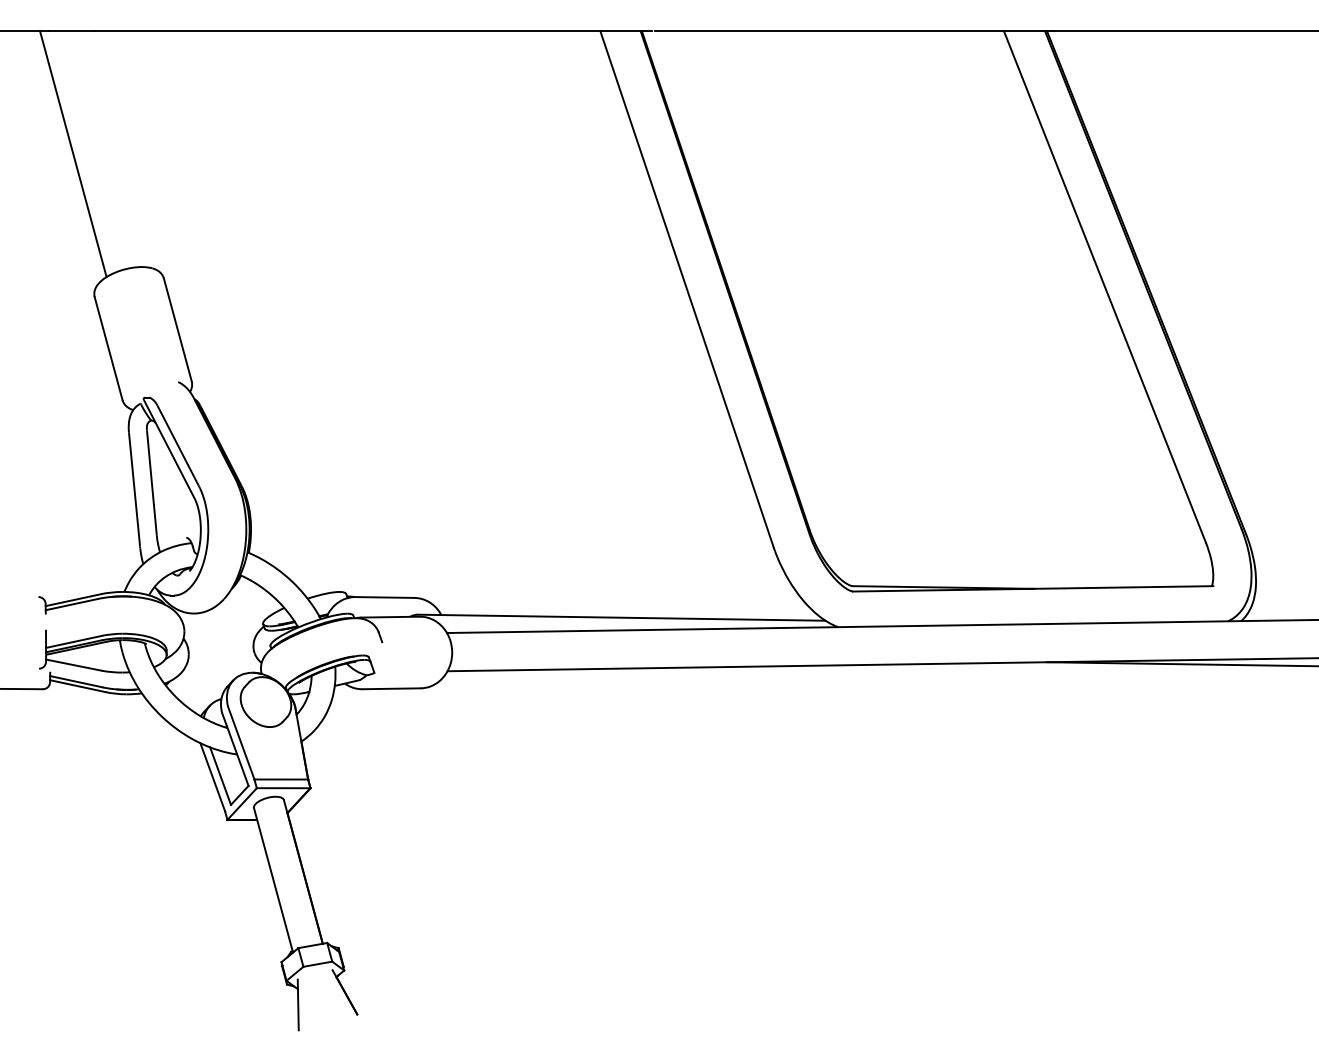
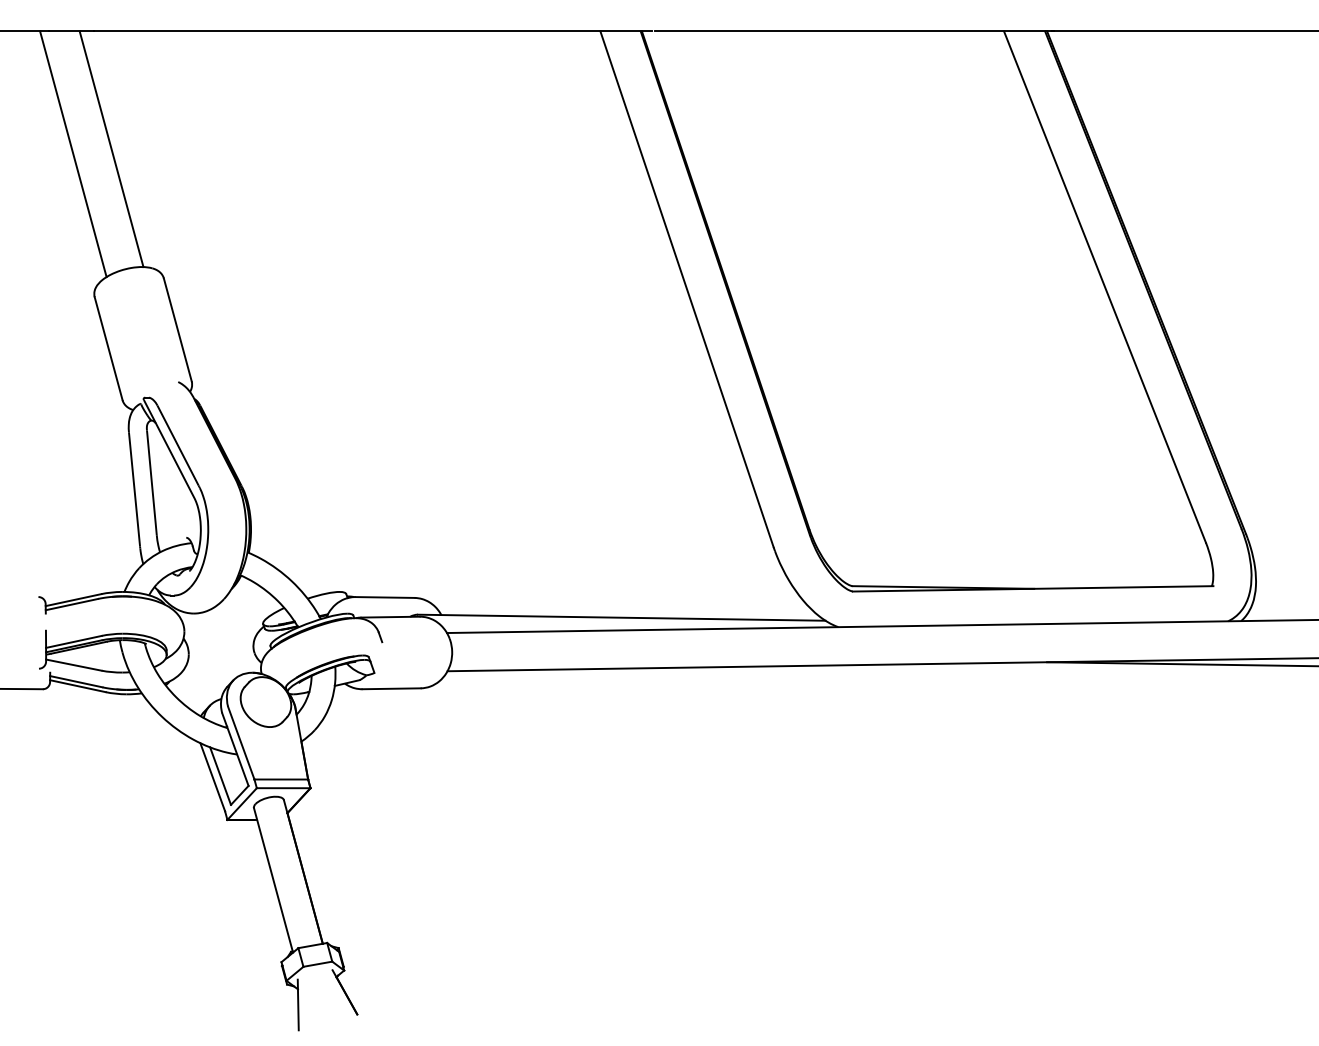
line at (111, 149): none -> present
